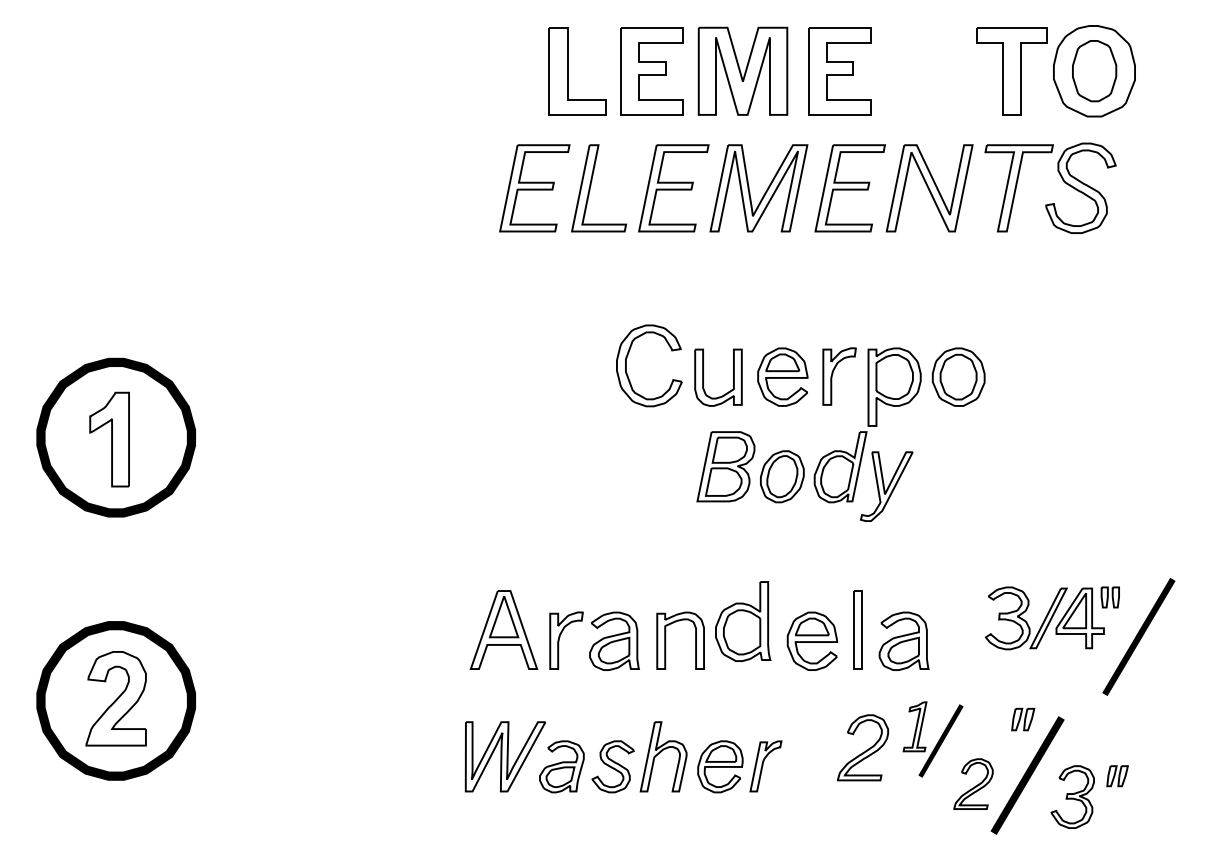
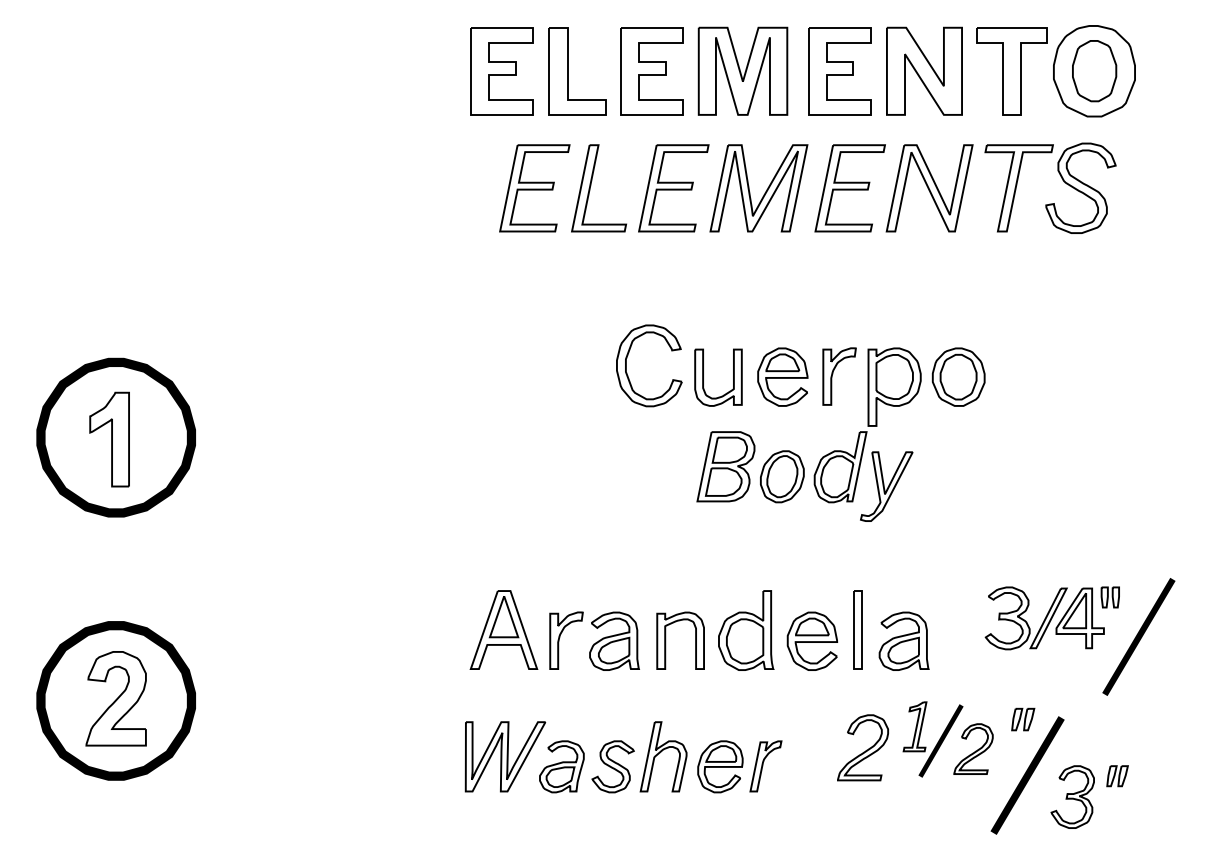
part at (924, 70): none -> present
part at (501, 71): none -> present
part at (743, 621) position: (743, 621) -> (746, 630)
part at (973, 783) position: (973, 783) -> (973, 748)
